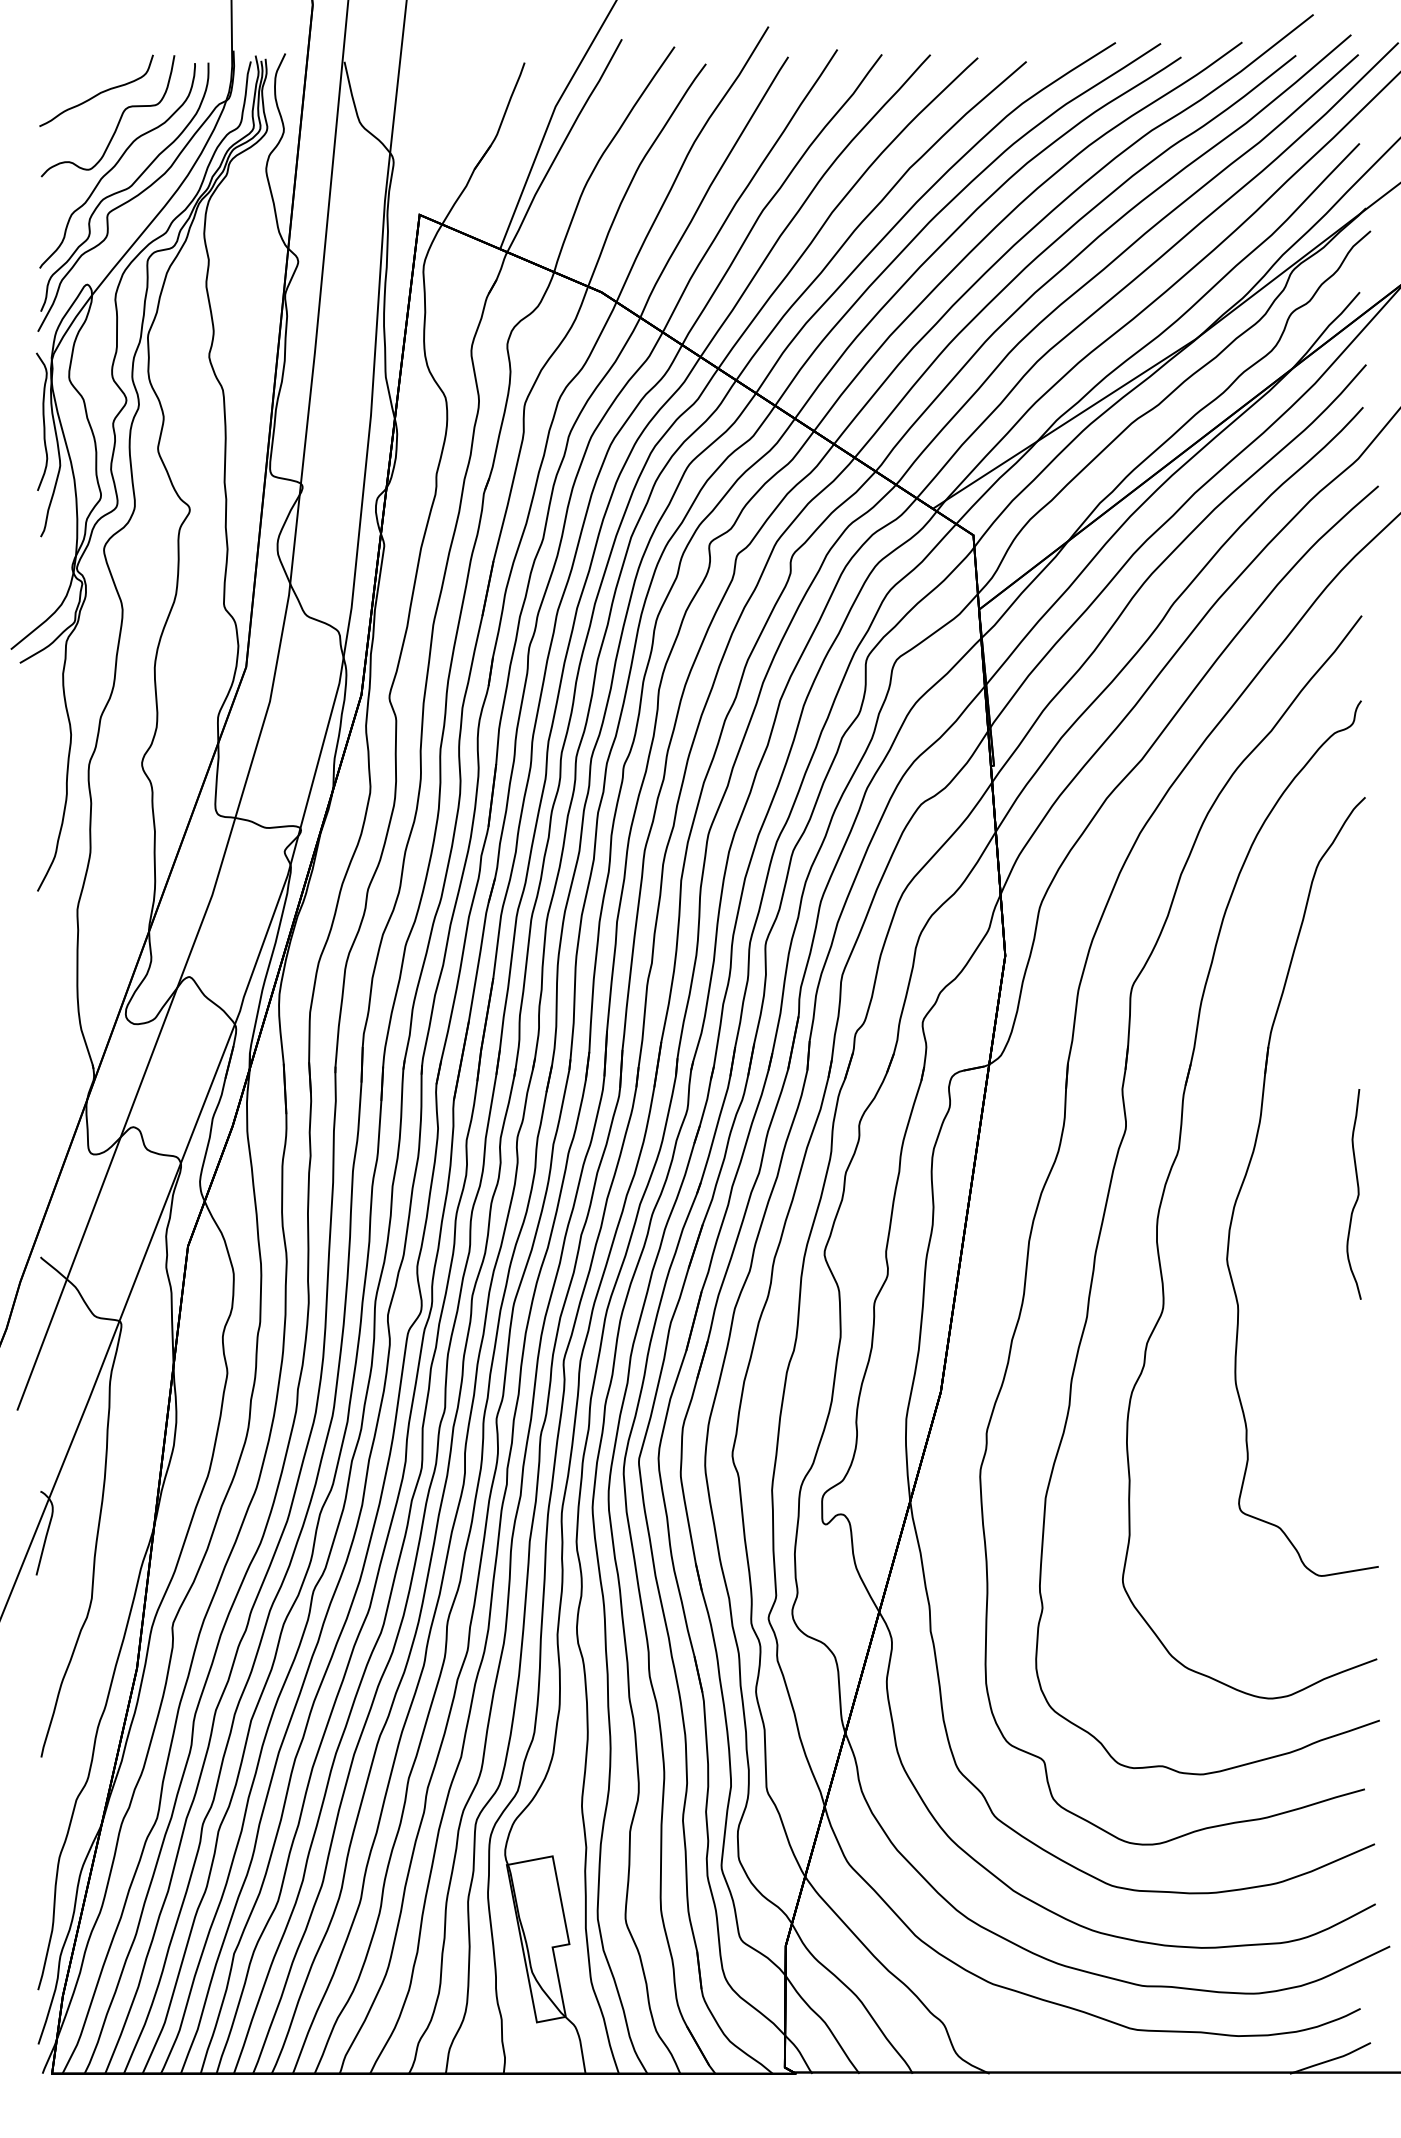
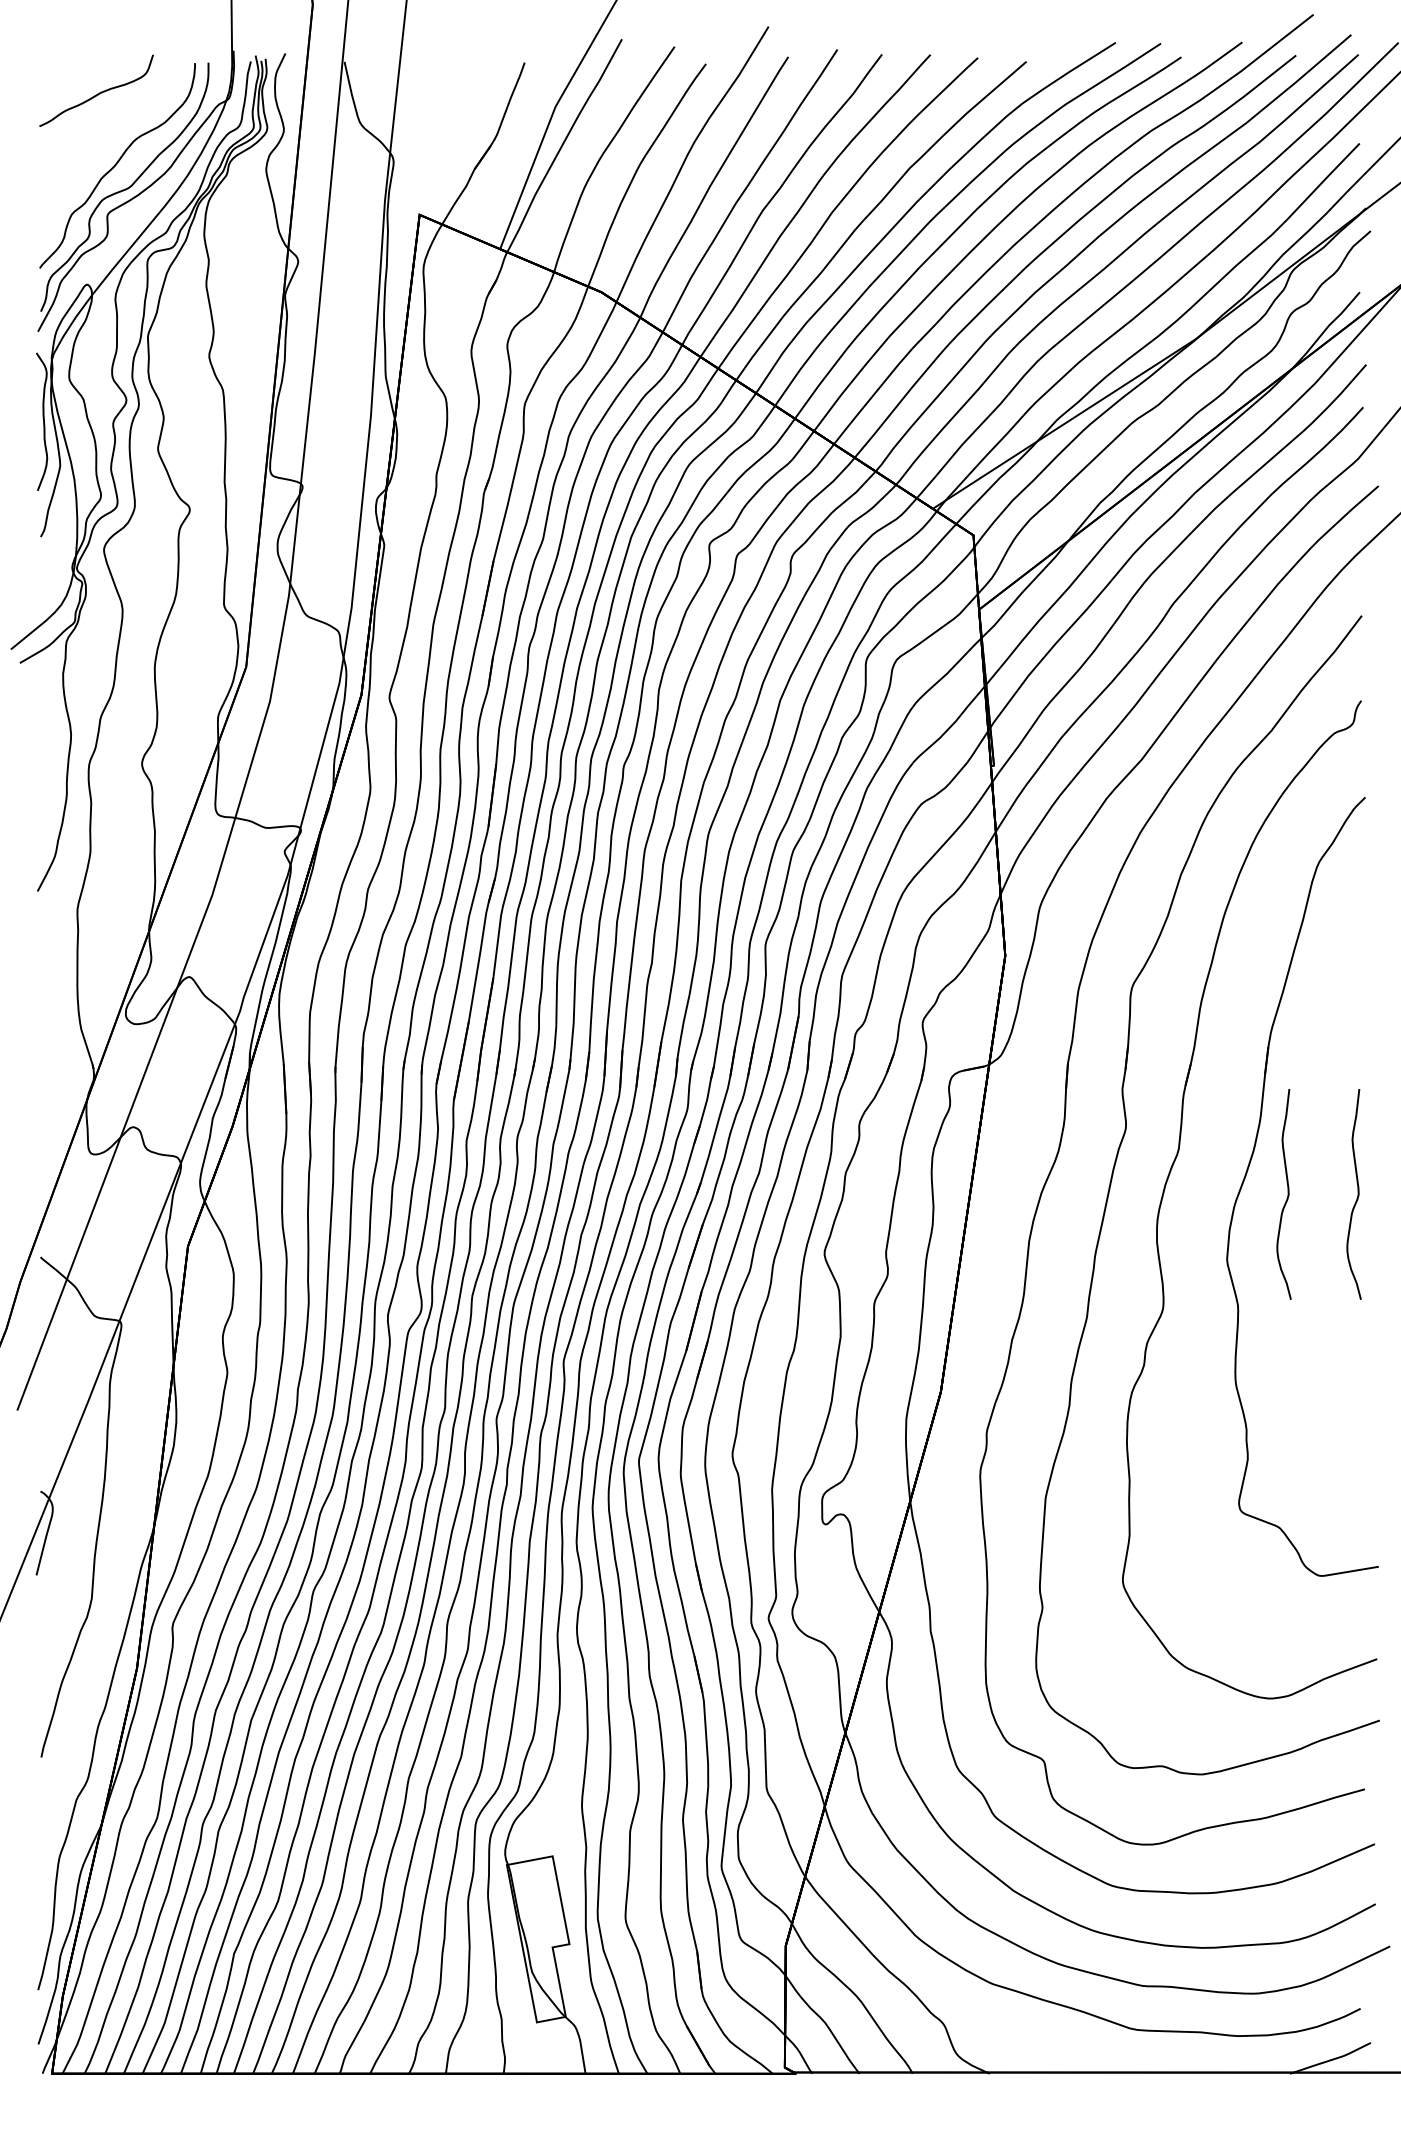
curve at (118, 120): present -> none
curve at (1287, 1194): none -> present
